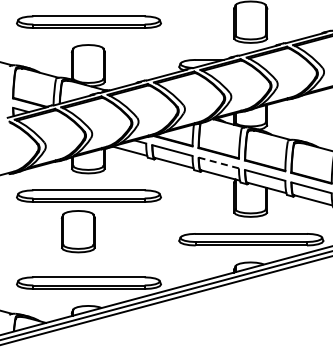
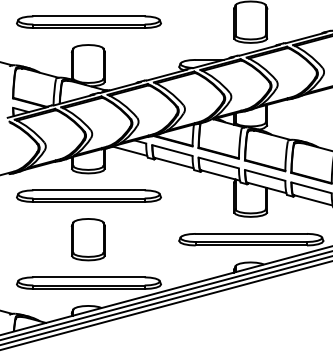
line at (218, 162): dashed -> solid
part at (77, 231) position: (77, 231) -> (87, 239)
line at (165, 305): none -> present
